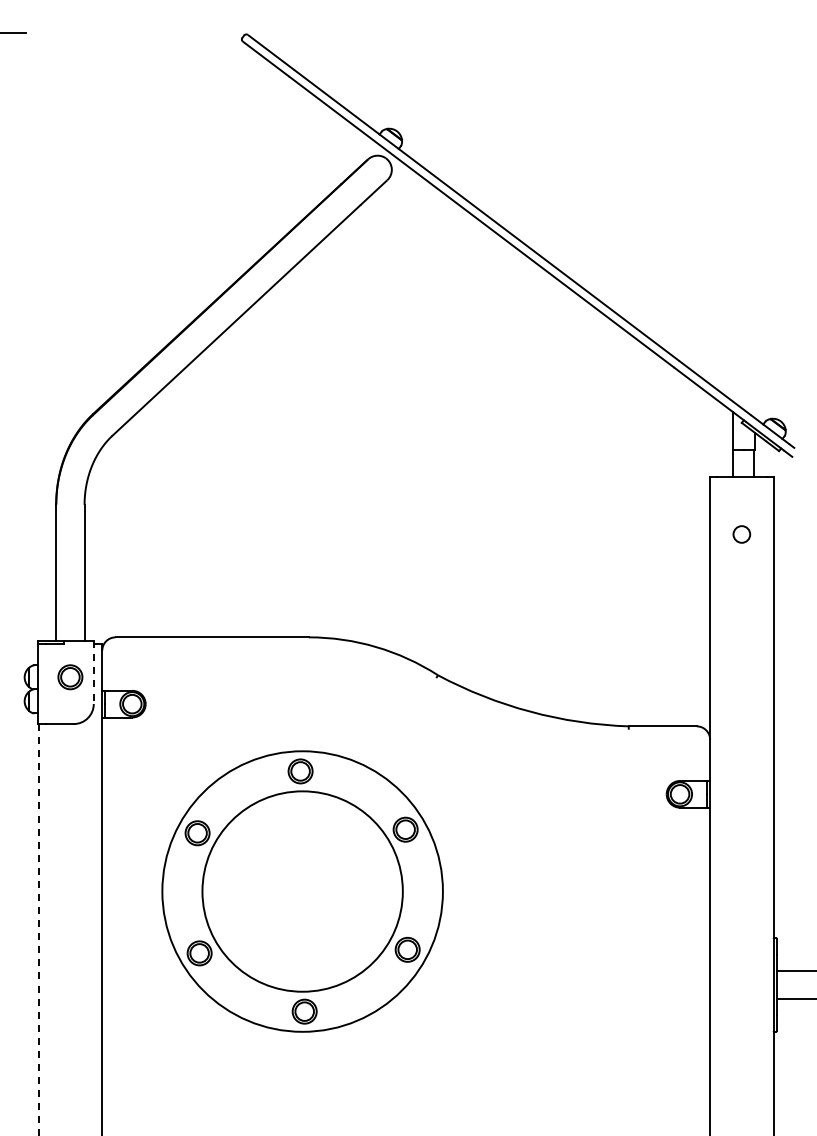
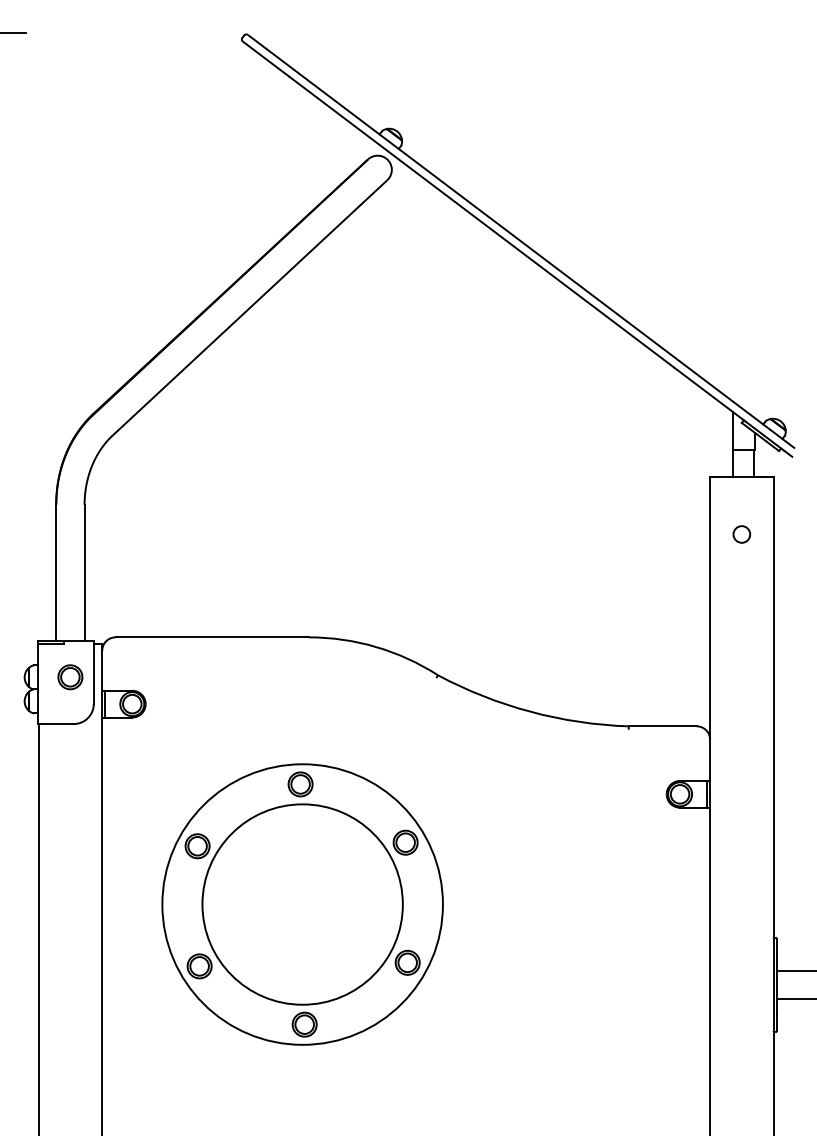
line at (93, 673): dashed -> solid
part at (302, 891) position: (302, 891) -> (302, 904)
line at (38, 929): dashed -> solid
